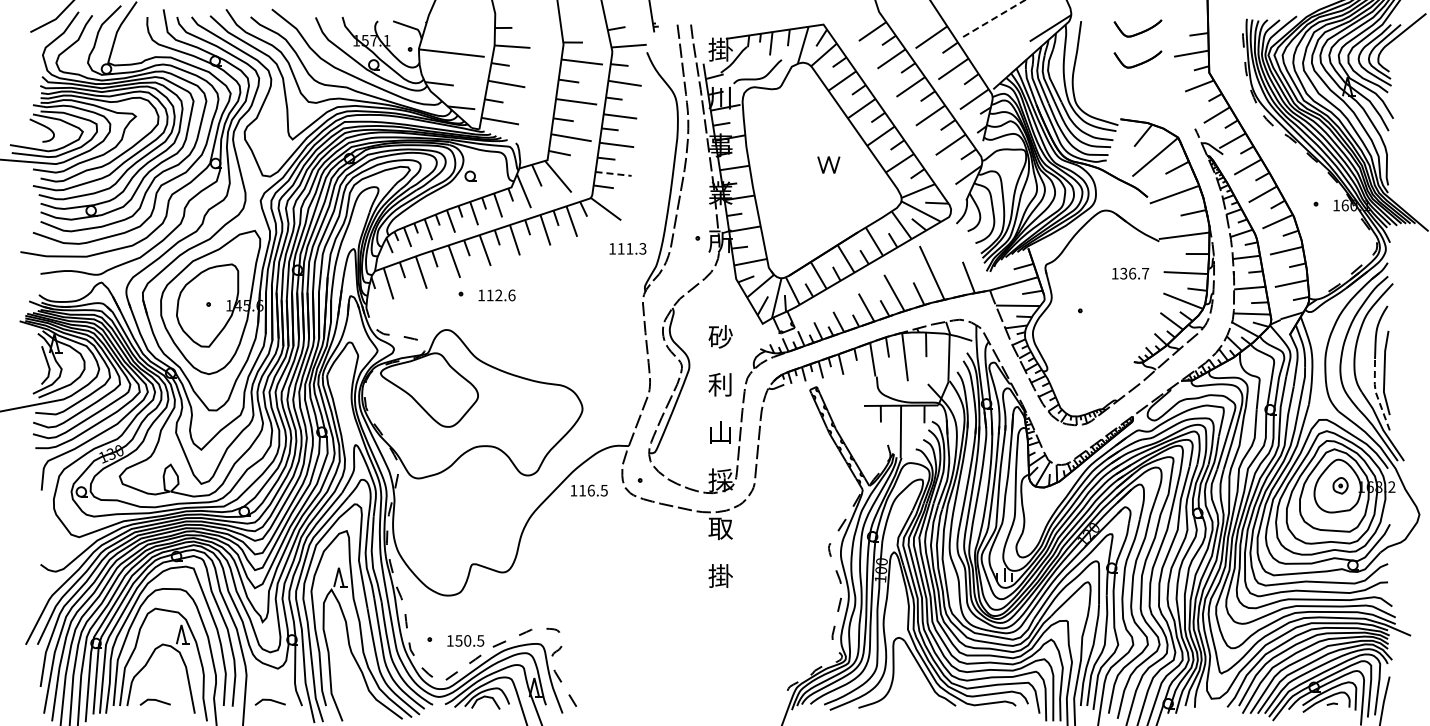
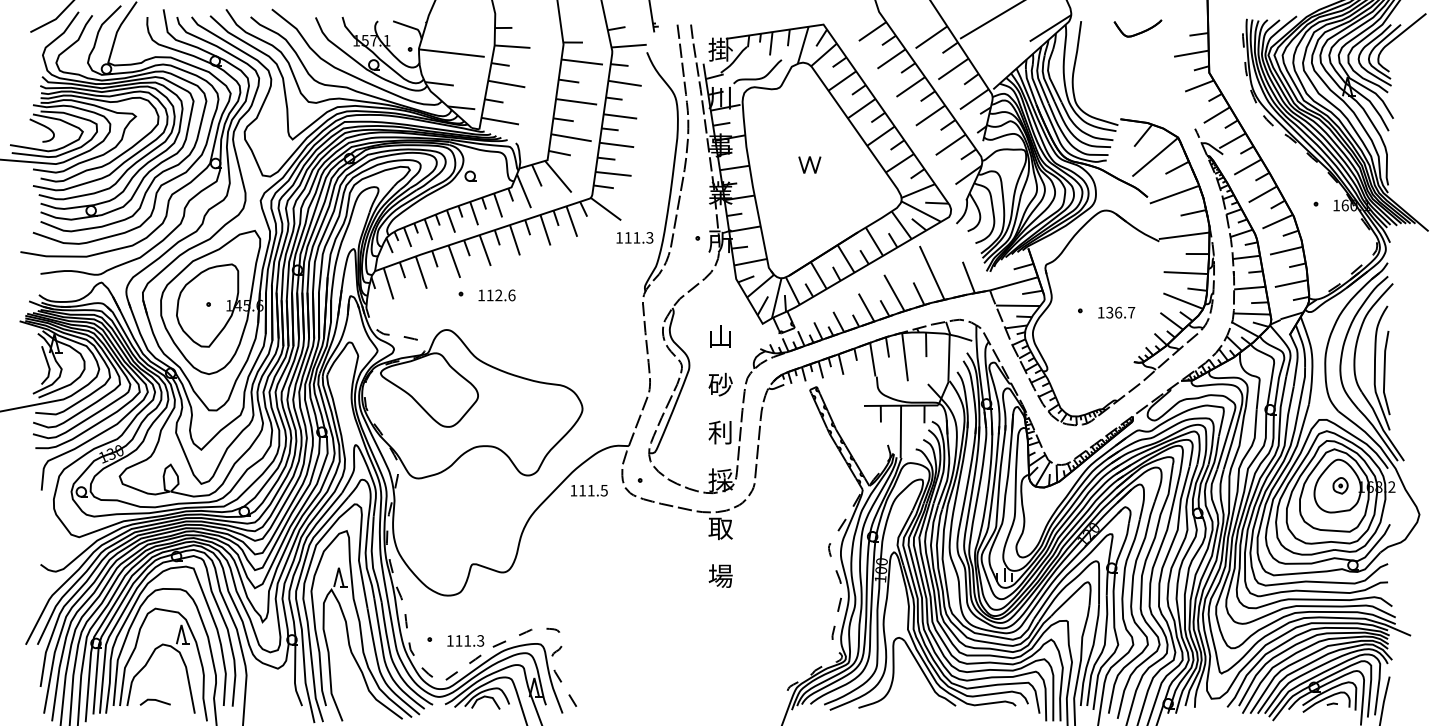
line at (992, 19): dashed -> solid
part at (1137, 59): present -> none
part at (828, 164) position: (828, 164) -> (809, 164)
line at (614, 174): dashed -> solid
text at (627, 248) position: (627, 248) -> (634, 237)
text at (1130, 273) position: (1130, 273) -> (1116, 312)
text at (720, 336): 砂 -> 山
text at (720, 384): 利 -> 砂
line at (1376, 394): dashed -> solid
text at (719, 432): 山 -> 利
text at (590, 490): 116.5 -> 111.5
text at (720, 575): 掛 -> 場
text at (469, 640): 150.5 -> 111.3
line at (269, 700): present -> none
